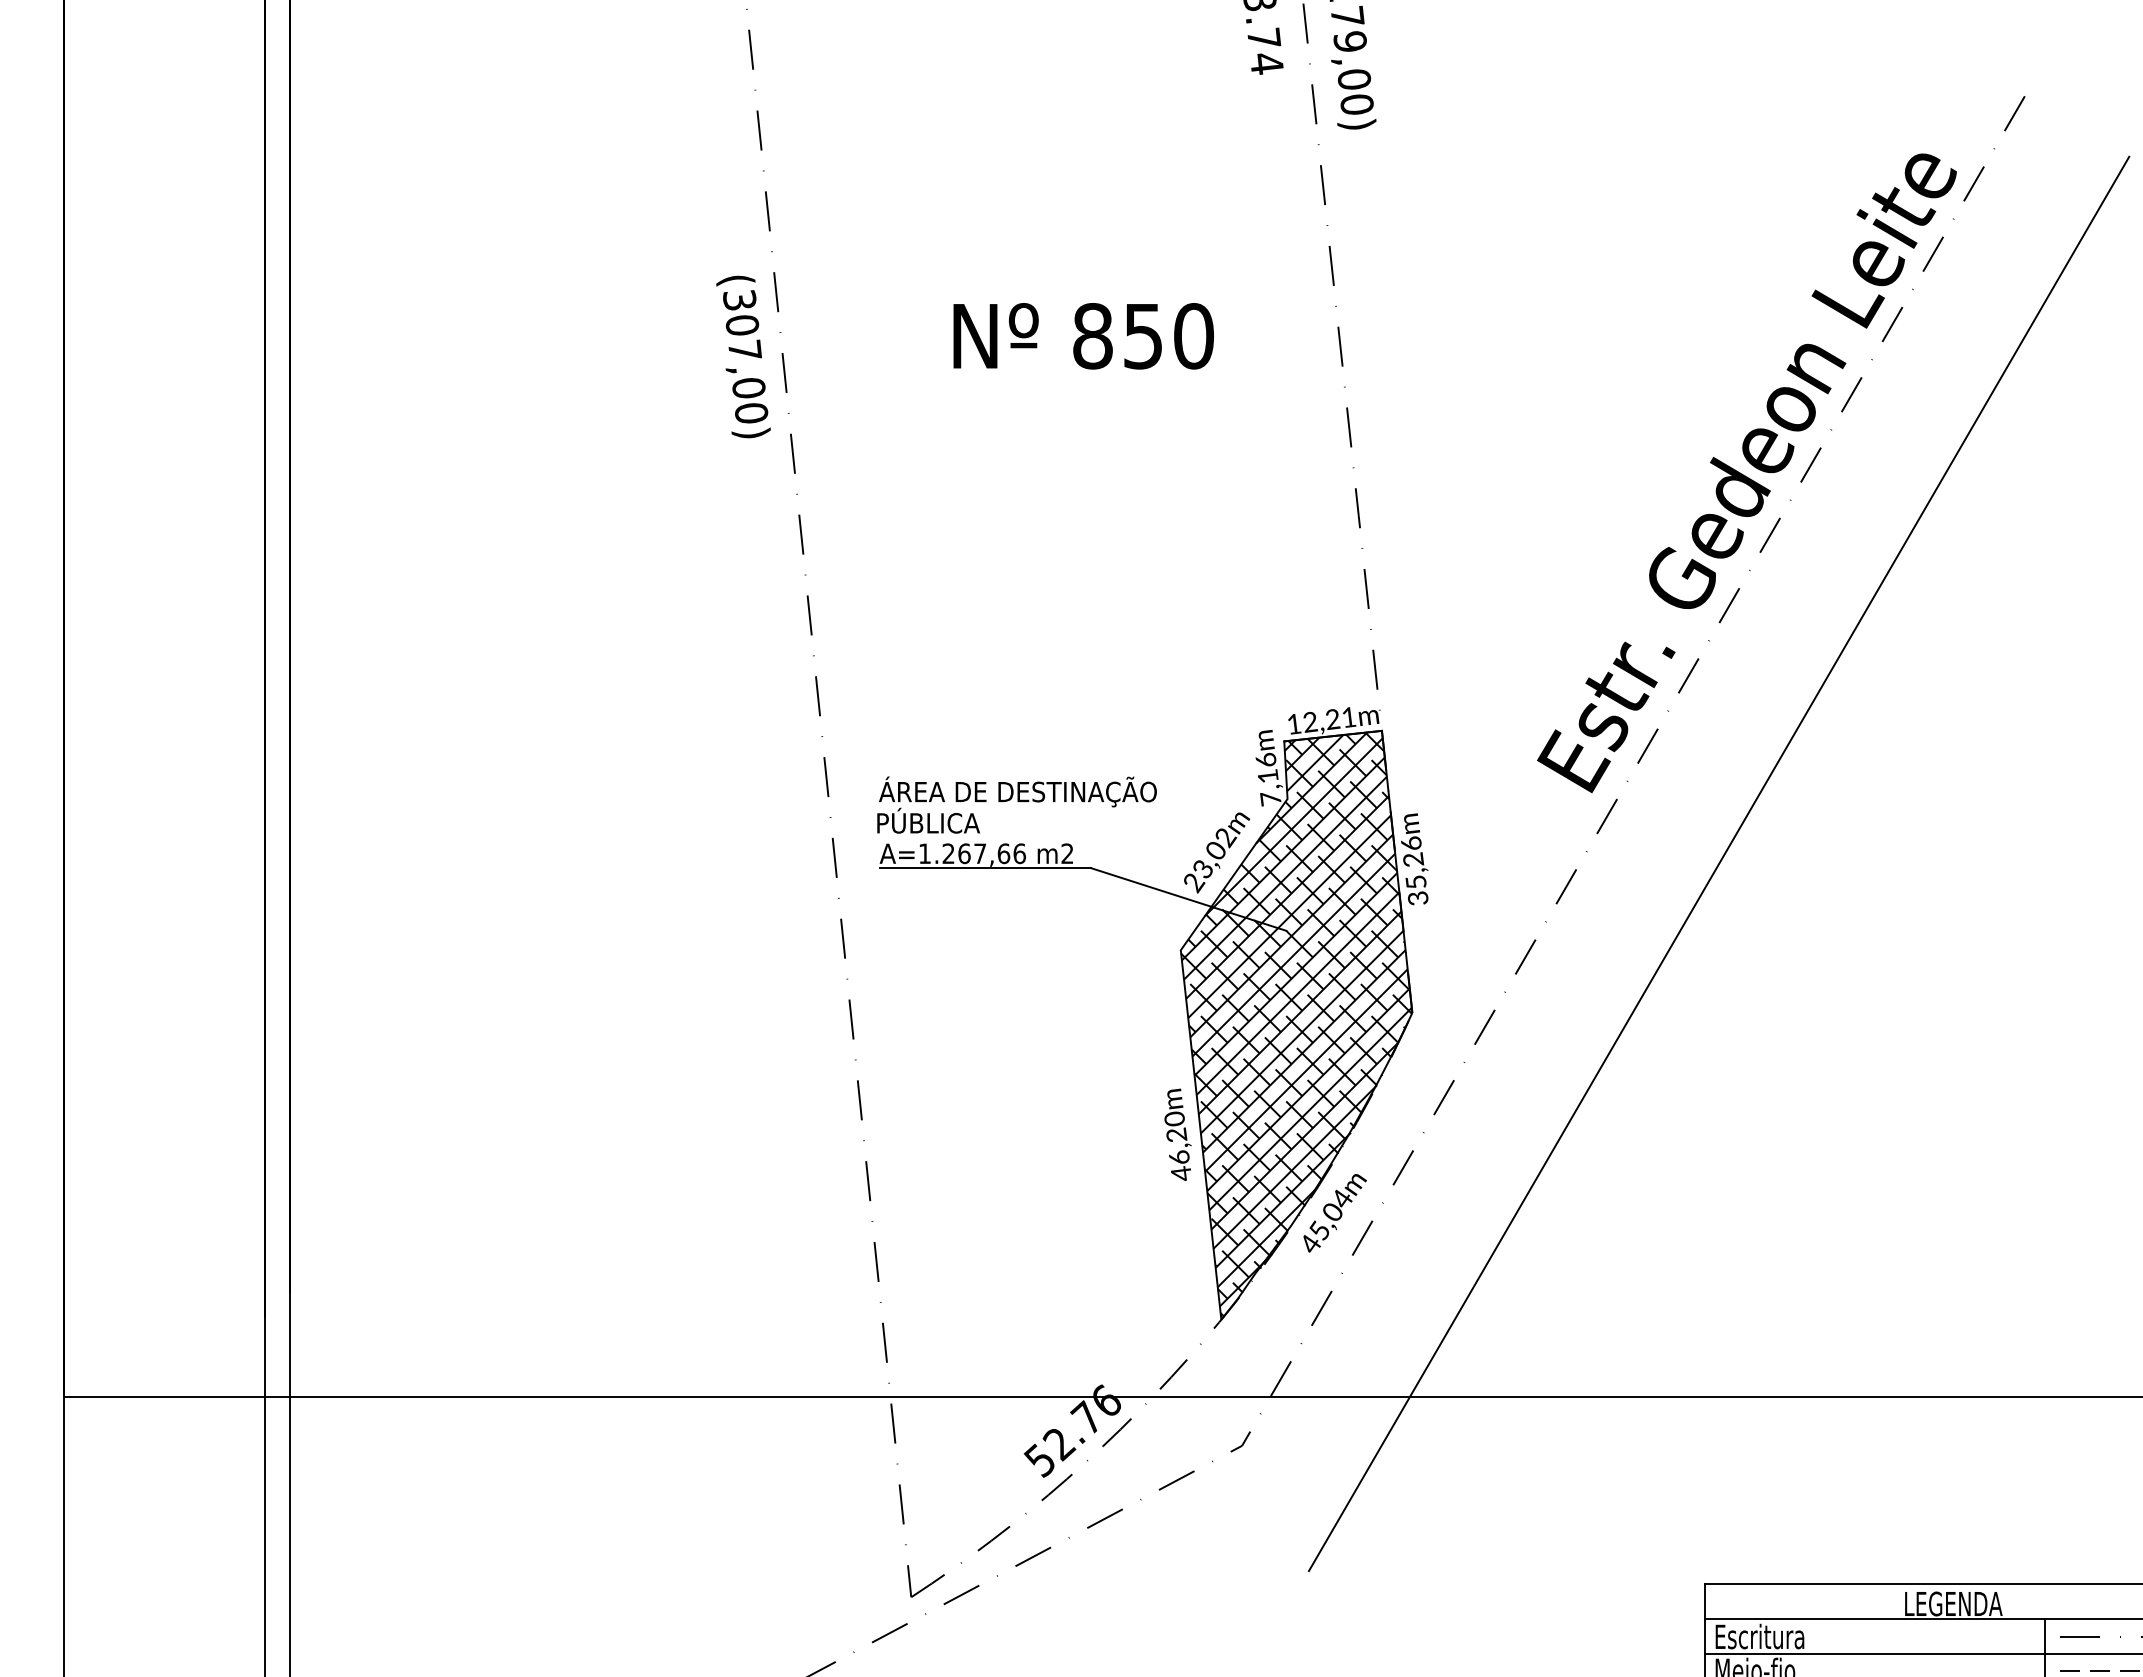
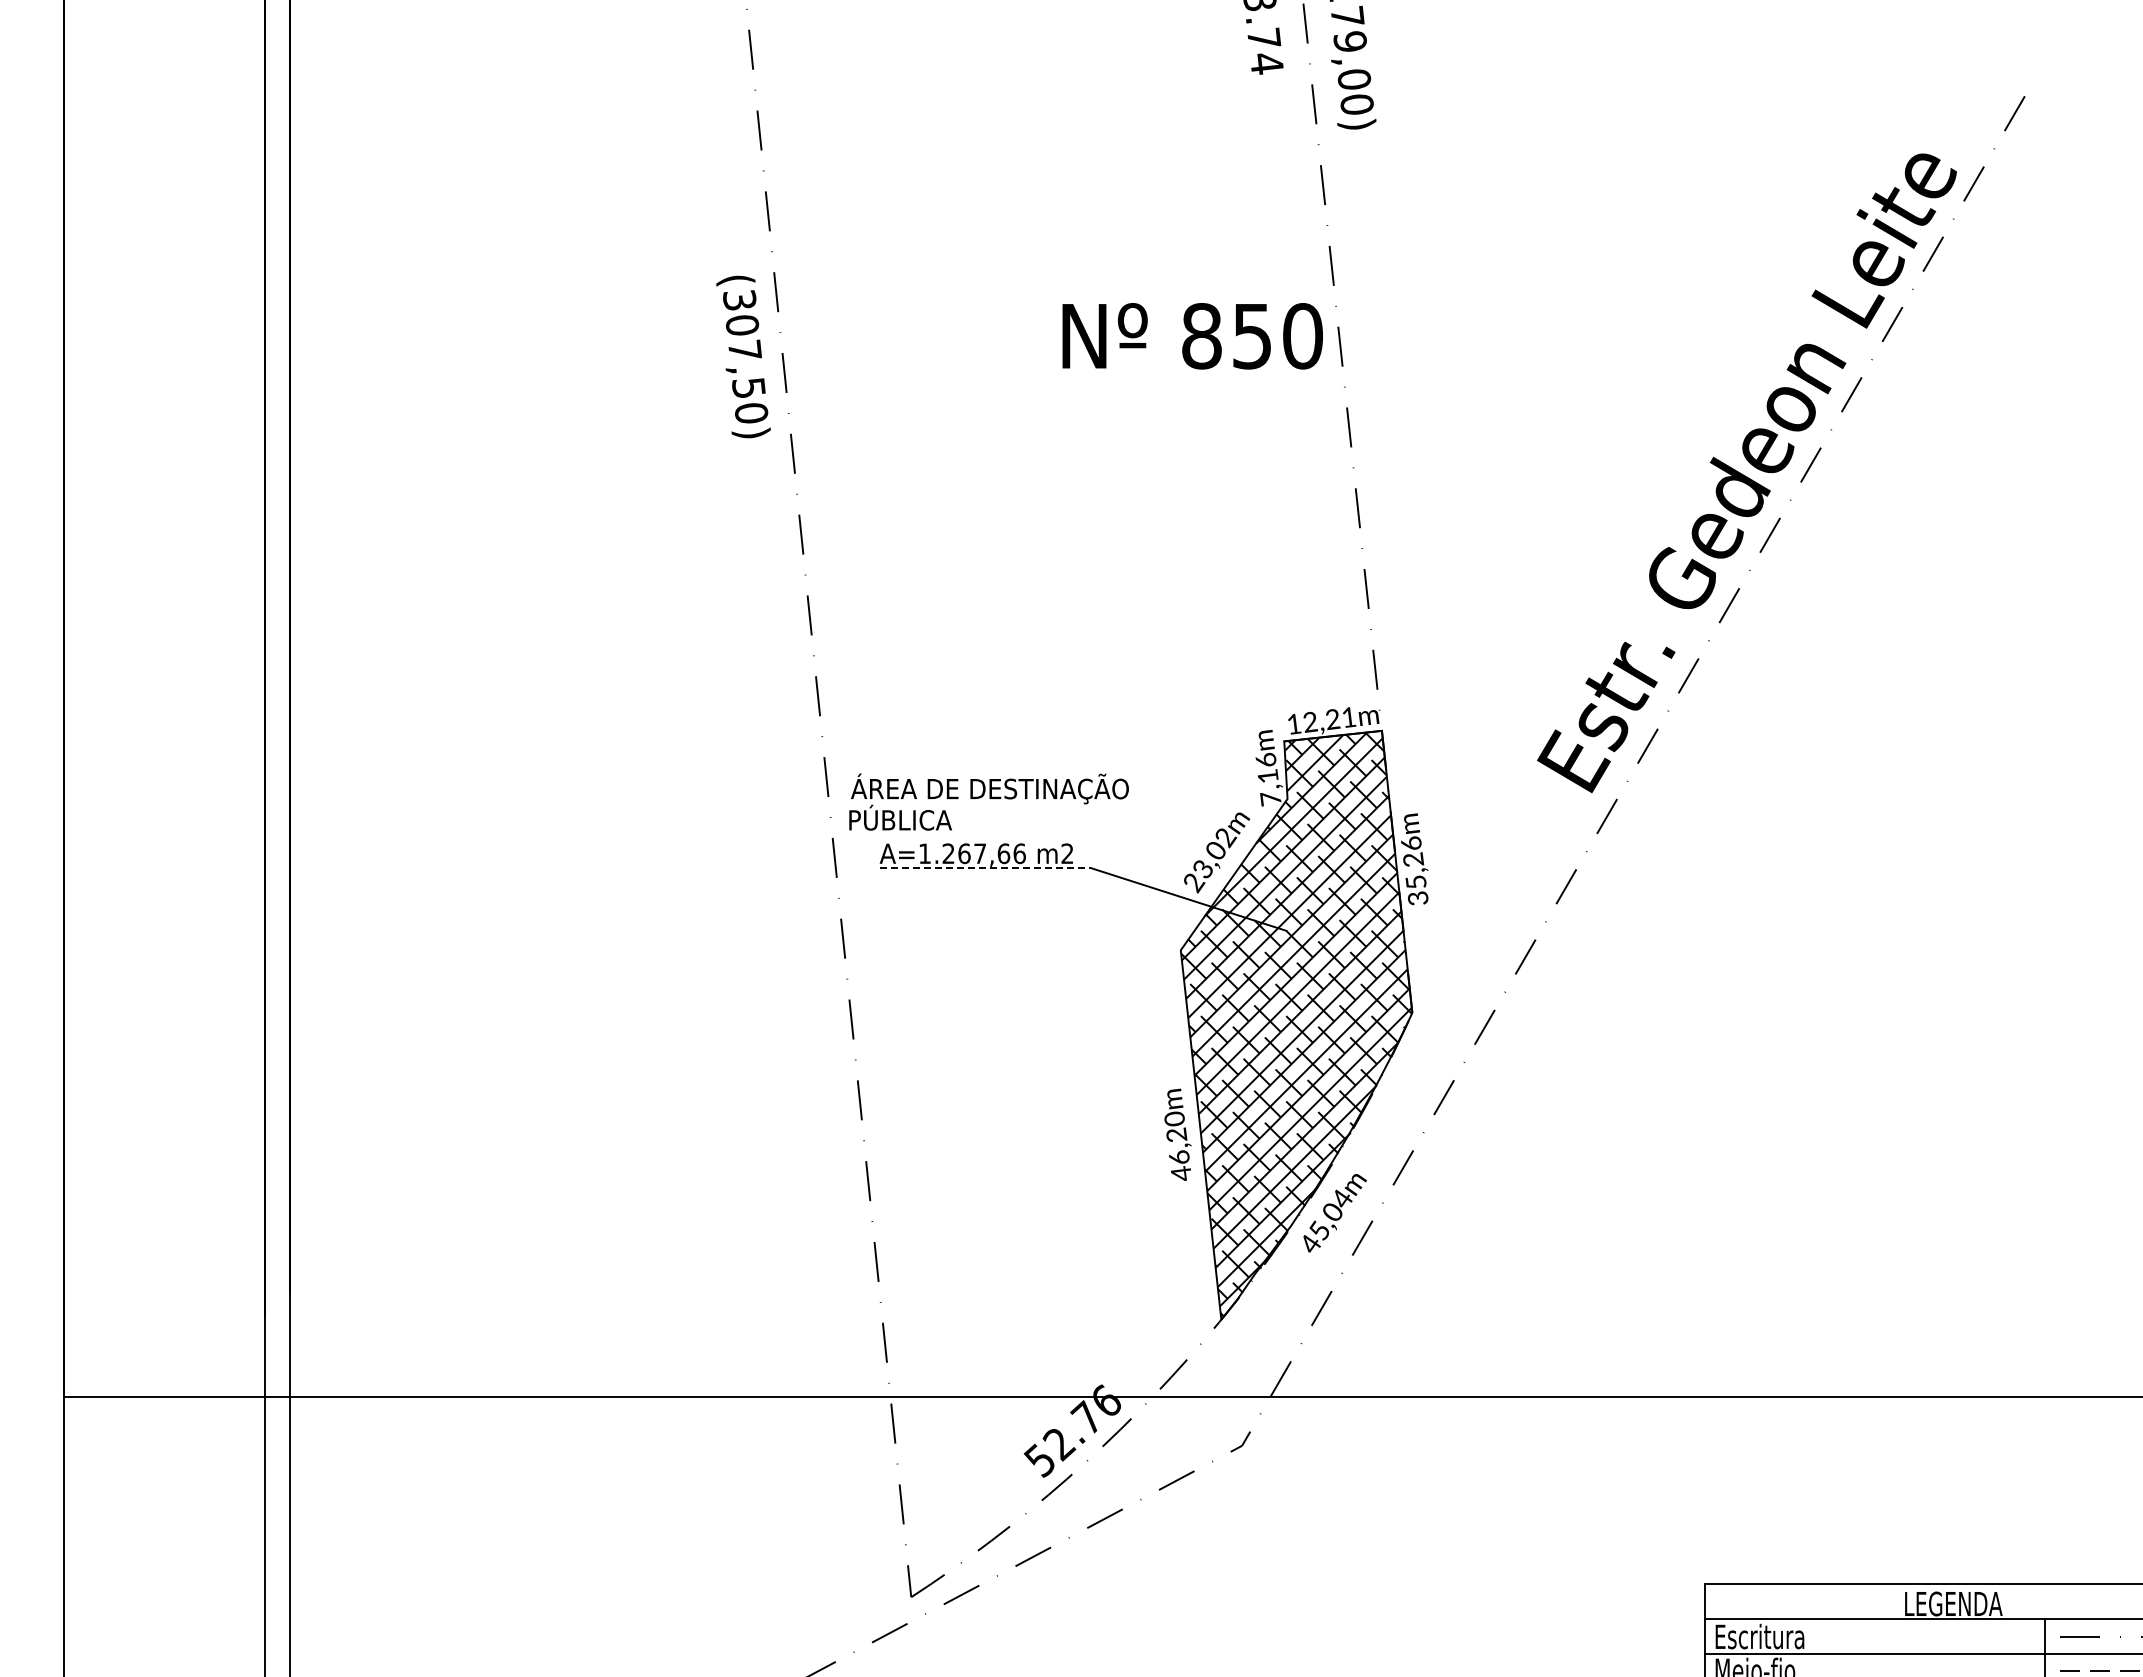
text at (1083, 336) position: (1083, 336) -> (1192, 336)
text at (748, 388): (307,00) -> (307,50)
text at (1016, 804) position: (1016, 804) -> (988, 801)
line at (1718, 863): present -> none
line at (985, 868): solid -> dashed
